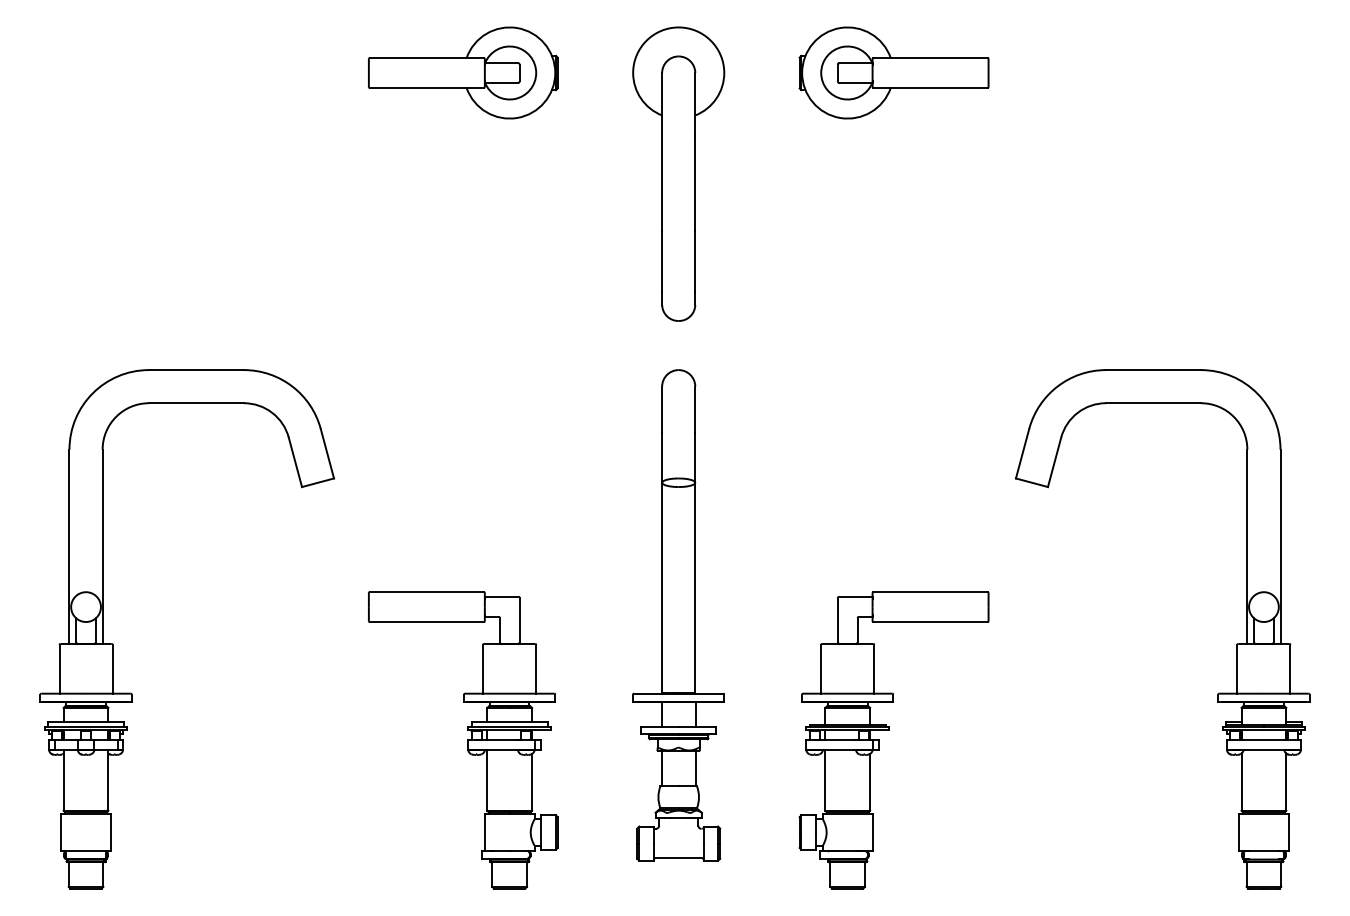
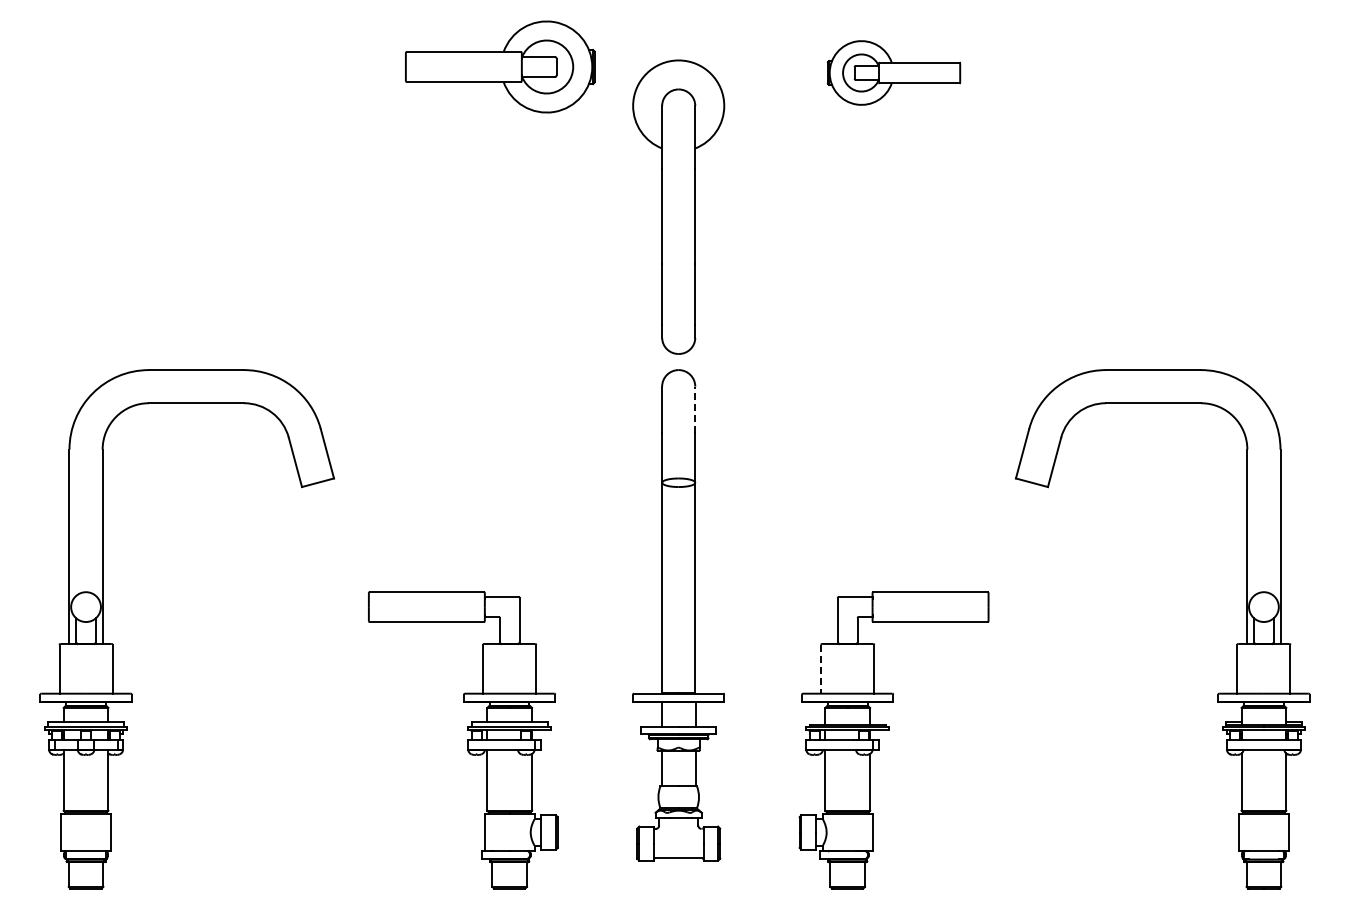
part at (463, 72) position: (463, 72) -> (500, 66)
part at (893, 72) size: 192x94 px -> 136x66 px
part at (678, 173) position: (678, 173) -> (678, 206)
line at (695, 409): solid -> dashed
line at (821, 669): solid -> dashed
